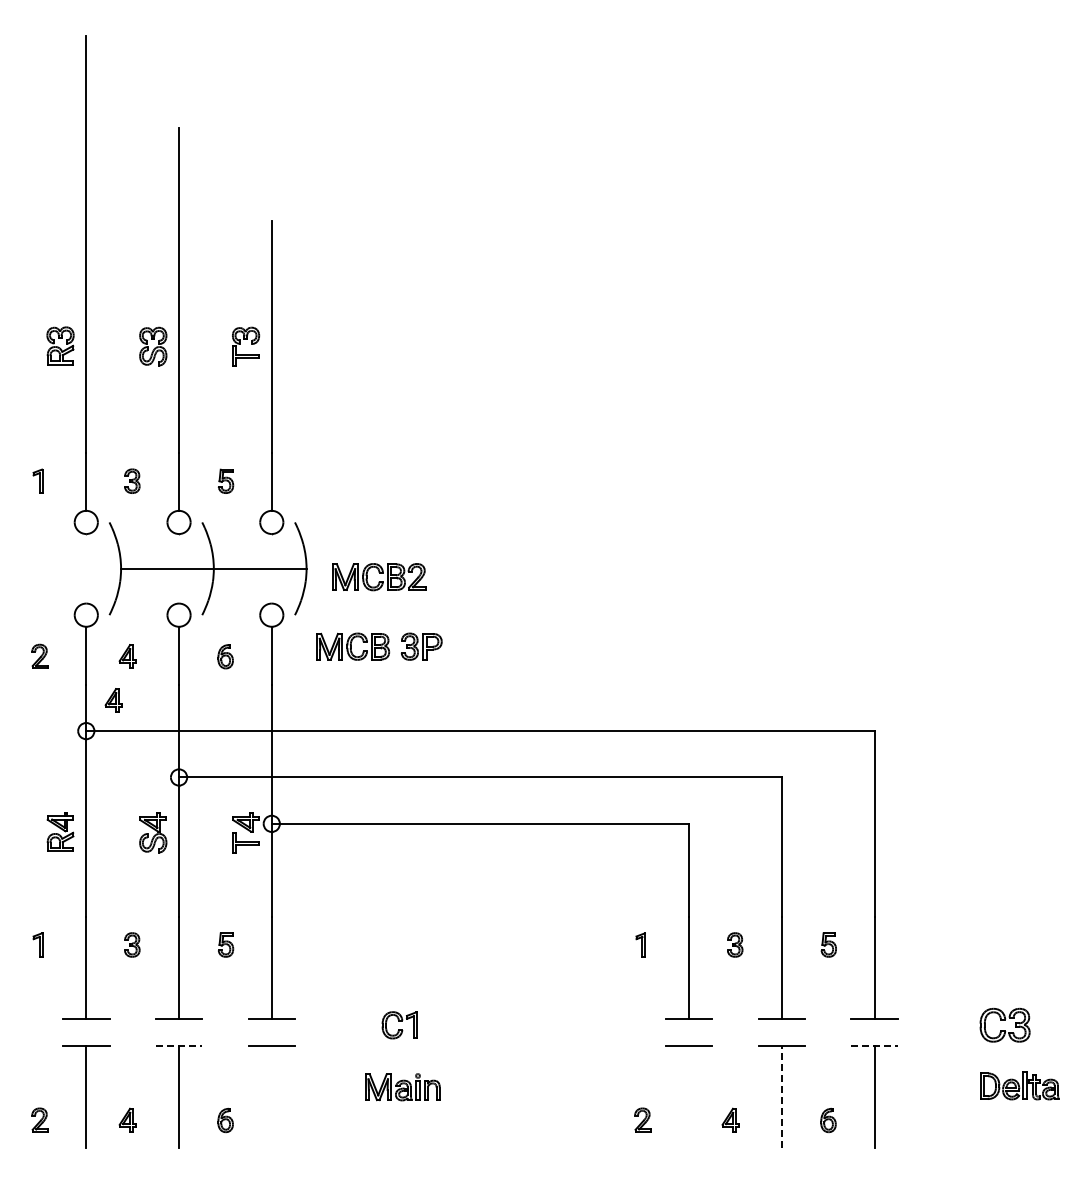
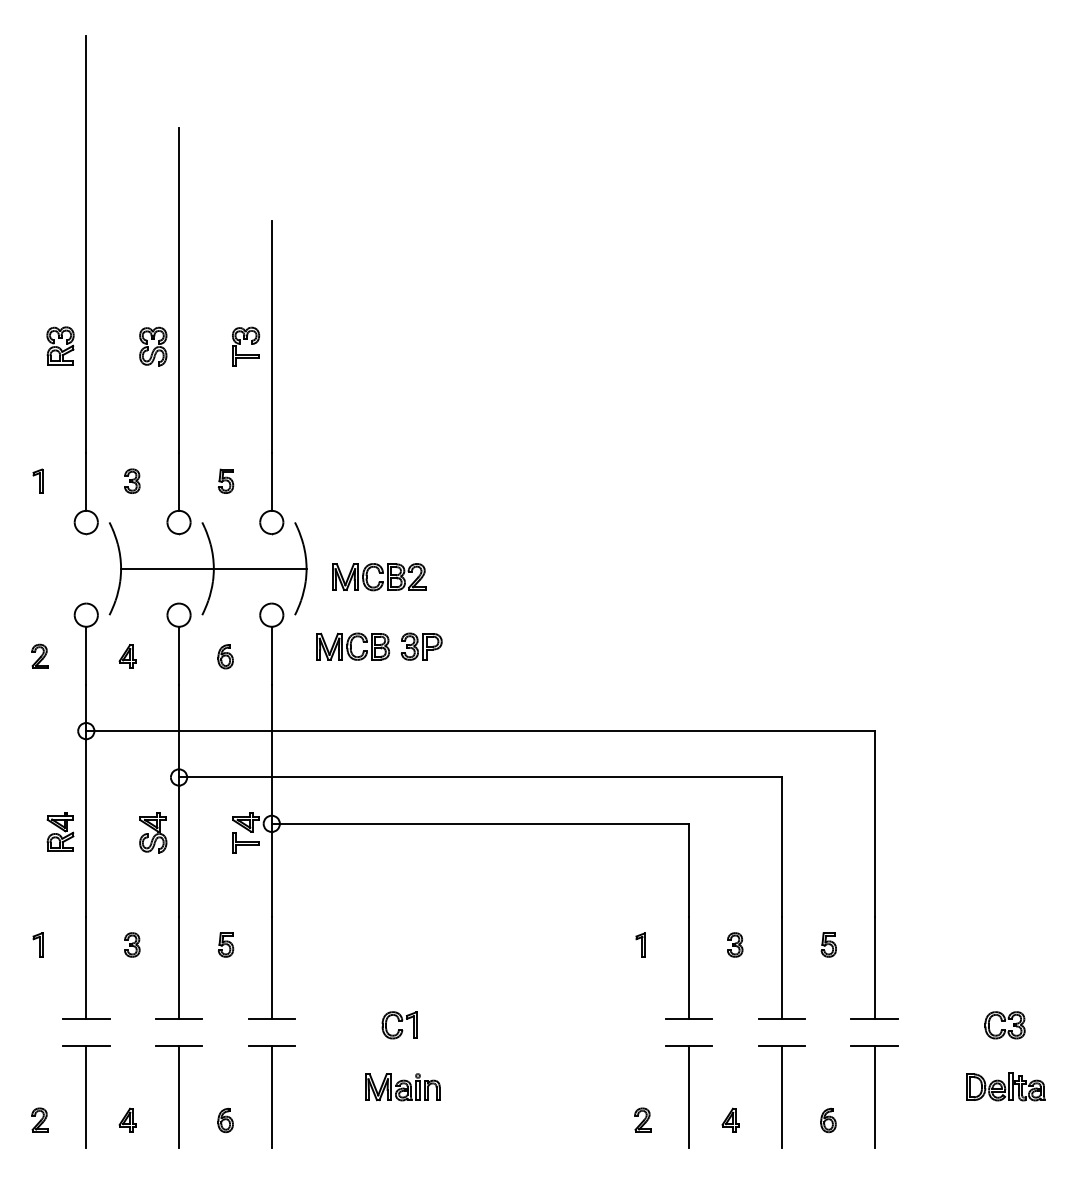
part at (113, 700): present -> none
part at (1004, 1024) size: 52x36 px -> 42x29 px
line at (179, 1046): dashed -> solid
line at (875, 1046): dashed -> solid
part at (1019, 1085) position: (1019, 1085) -> (1005, 1086)
line at (781, 1096): dashed -> solid
line at (271, 1097): none -> present
line at (689, 1097): none -> present
